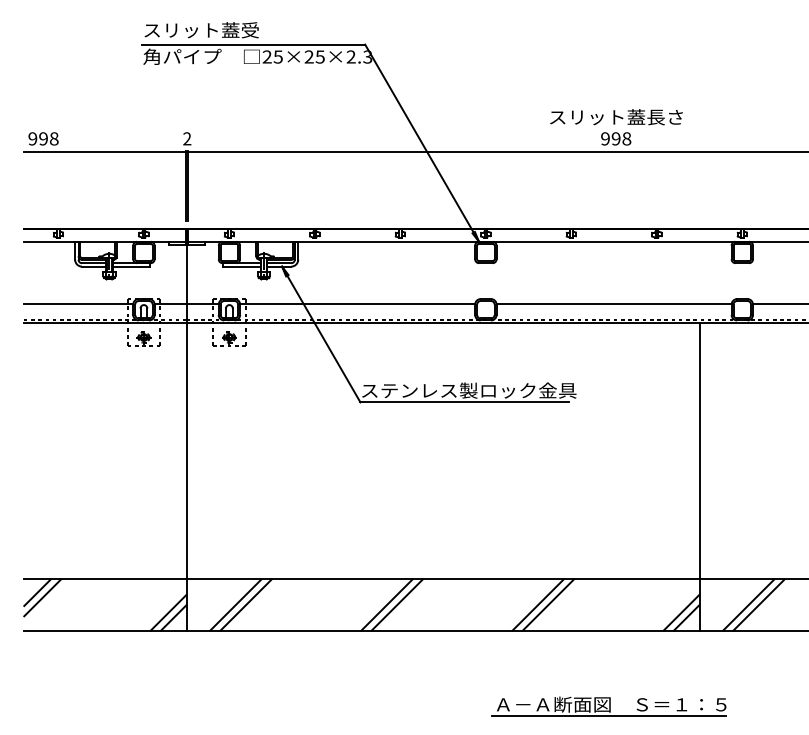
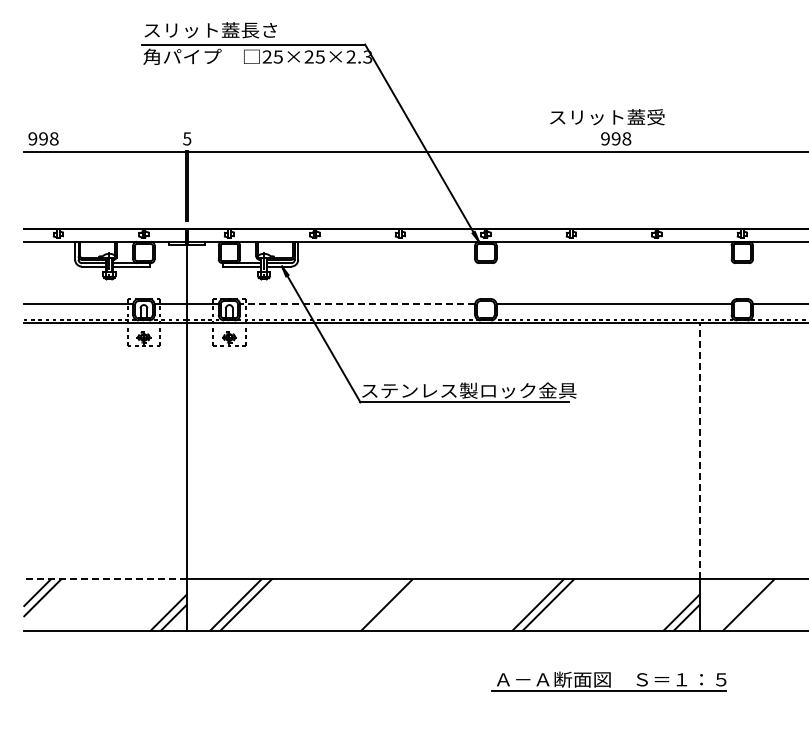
text at (258, 30): スリット蓋受 -> スリット蓋長さ
text at (664, 117): スリット蓋長さ -> スリット蓋受
text at (187, 138): 2 -> 5
line at (357, 304): solid -> dashed
line at (699, 450): solid -> dashed
line at (104, 579): solid -> dashed
line at (396, 604): present -> none
line at (758, 604): present -> none
part at (608, 706) position: (608, 706) -> (608, 681)
